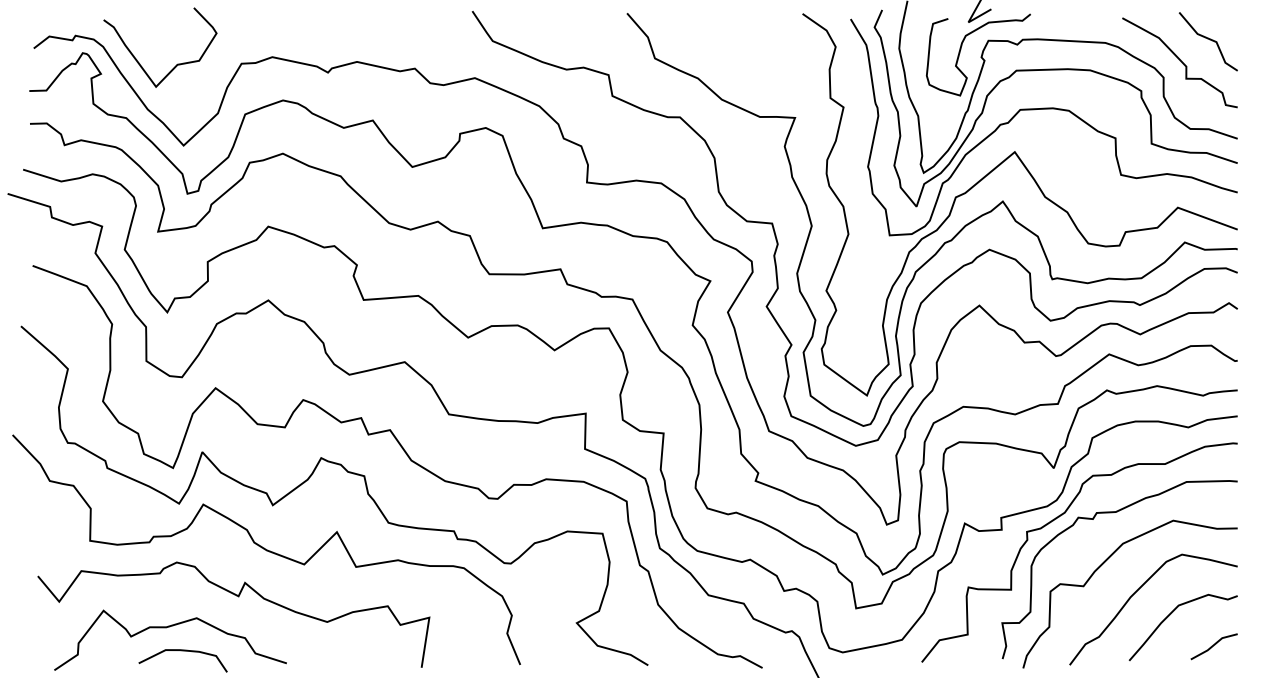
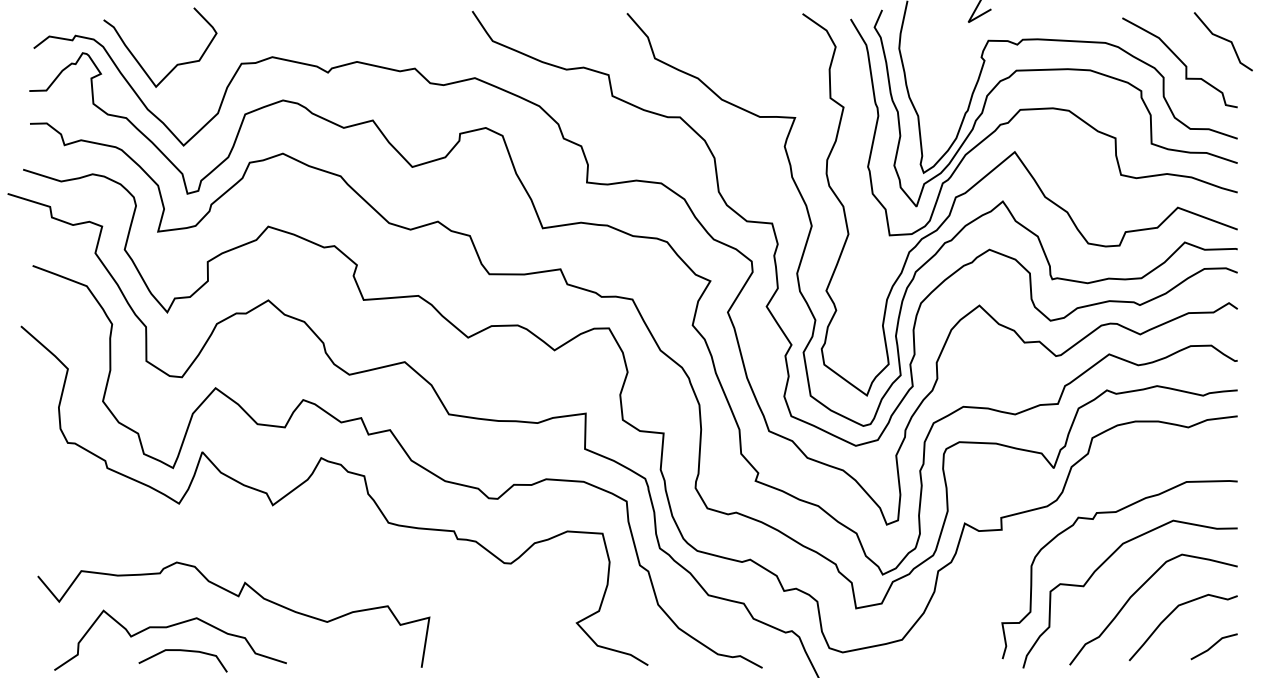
line at (1207, 39) position: (1207, 39) -> (1222, 39)
curve at (961, 49): present -> none
curve at (1056, 519): present -> none
curve at (266, 549): present -> none
